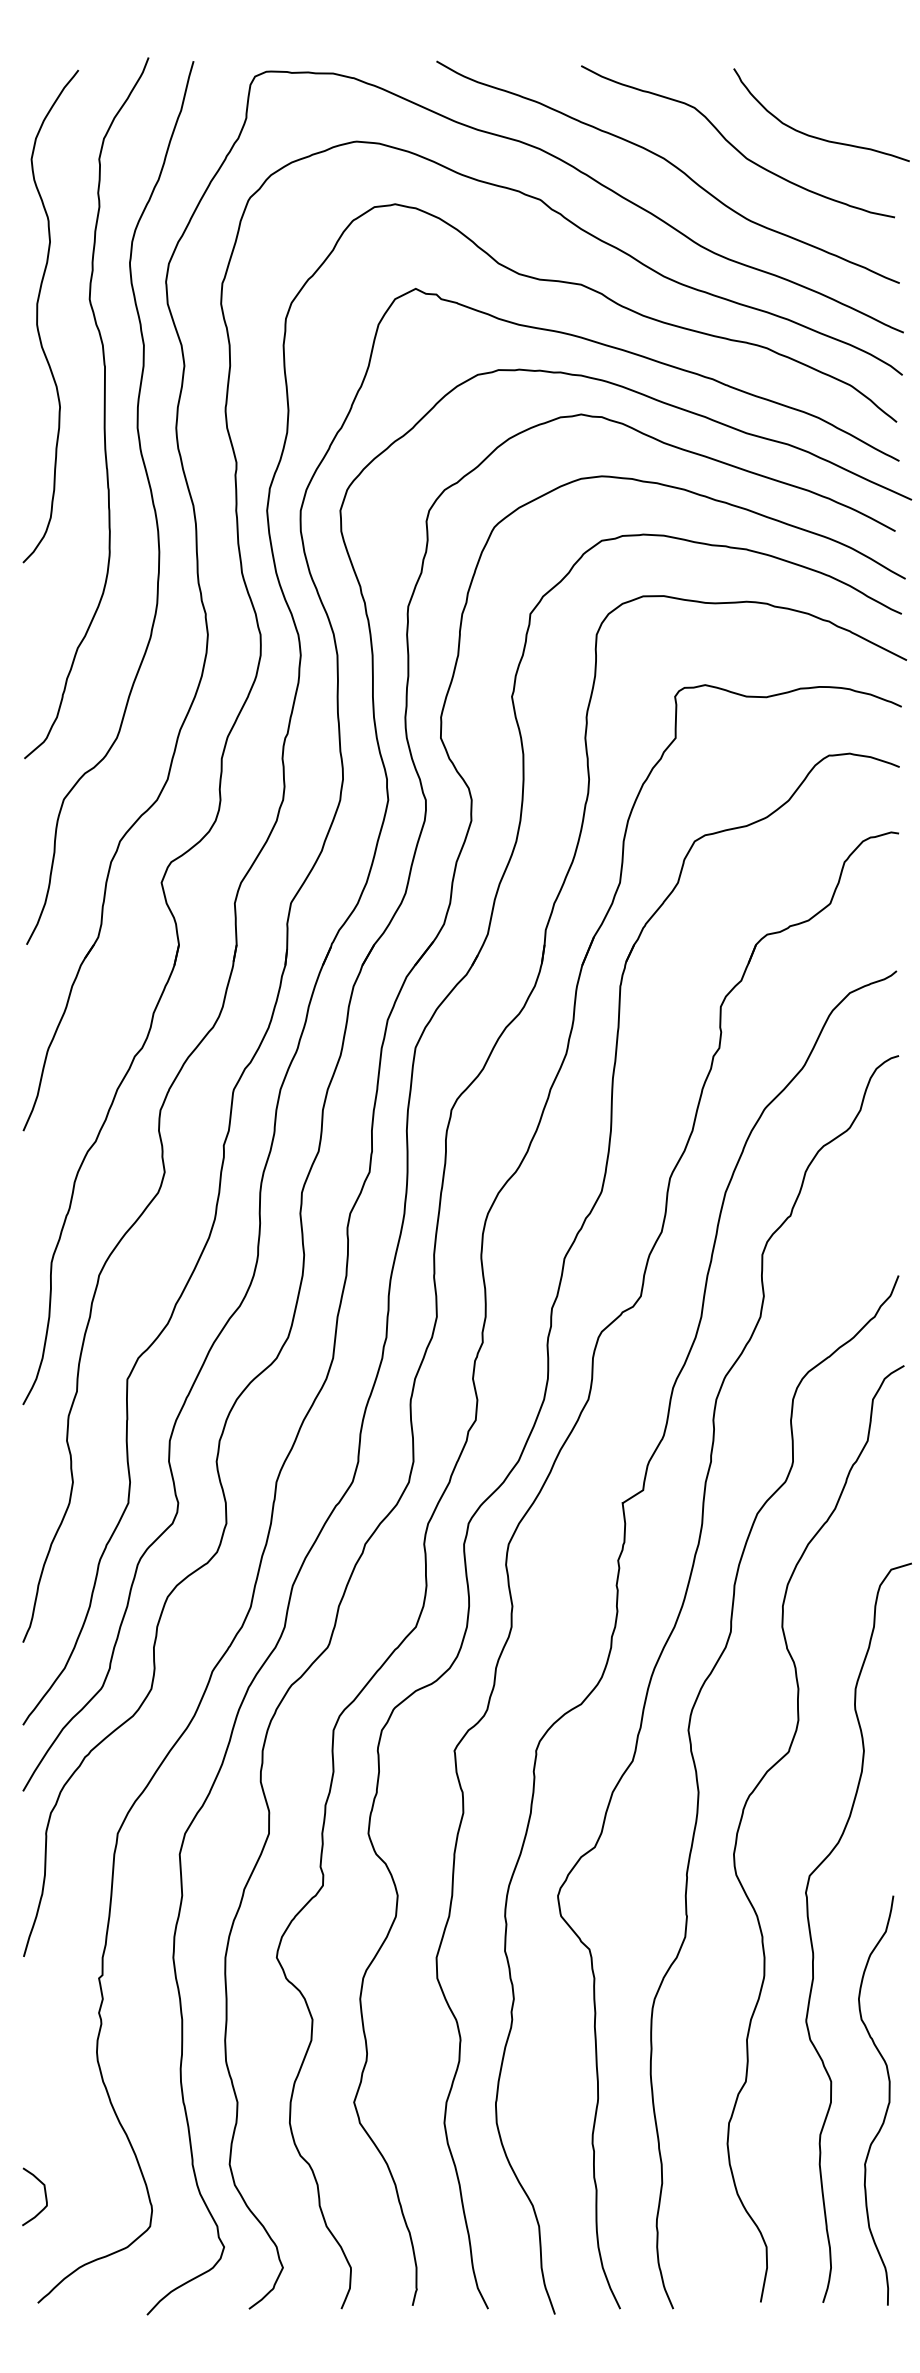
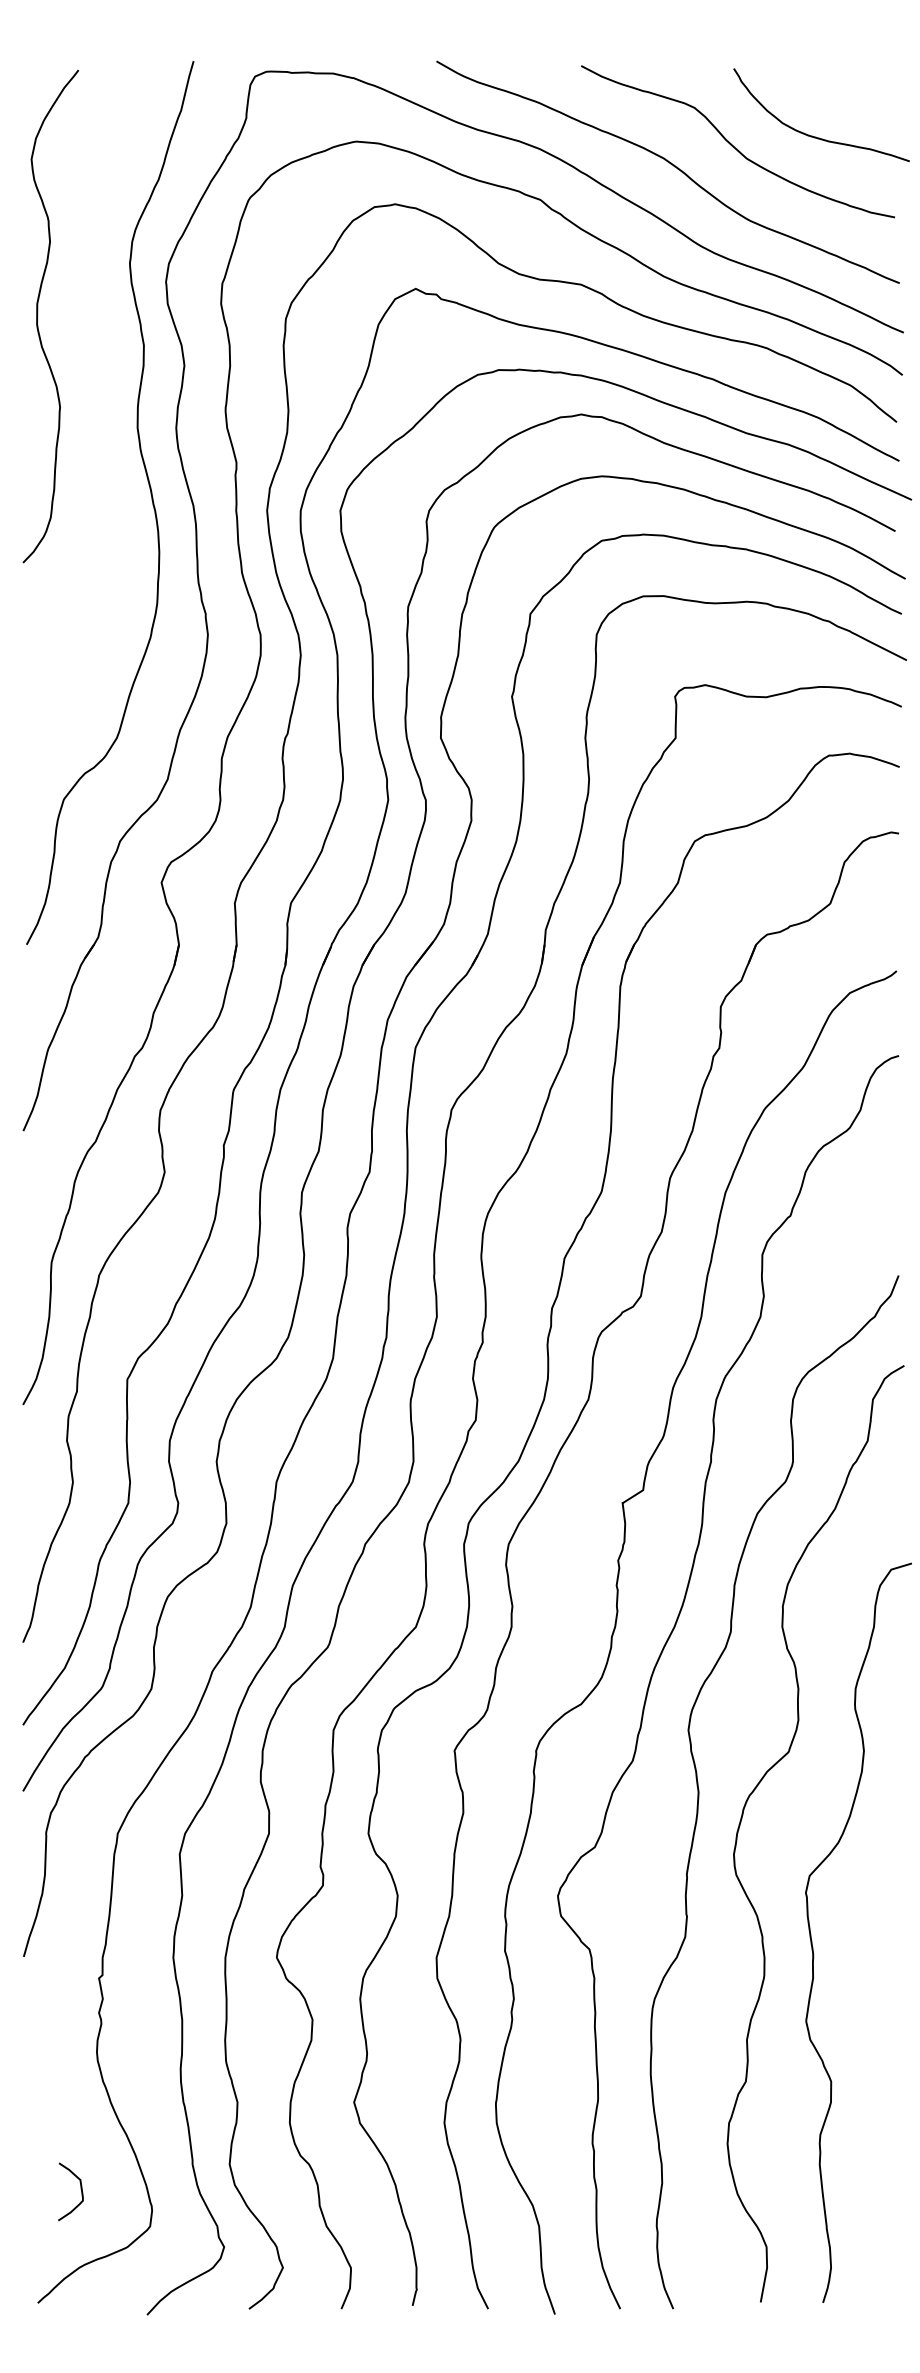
curve at (103, 408): present -> none
curve at (887, 2104): present -> none
curve at (44, 2194) position: (44, 2194) -> (80, 2189)
